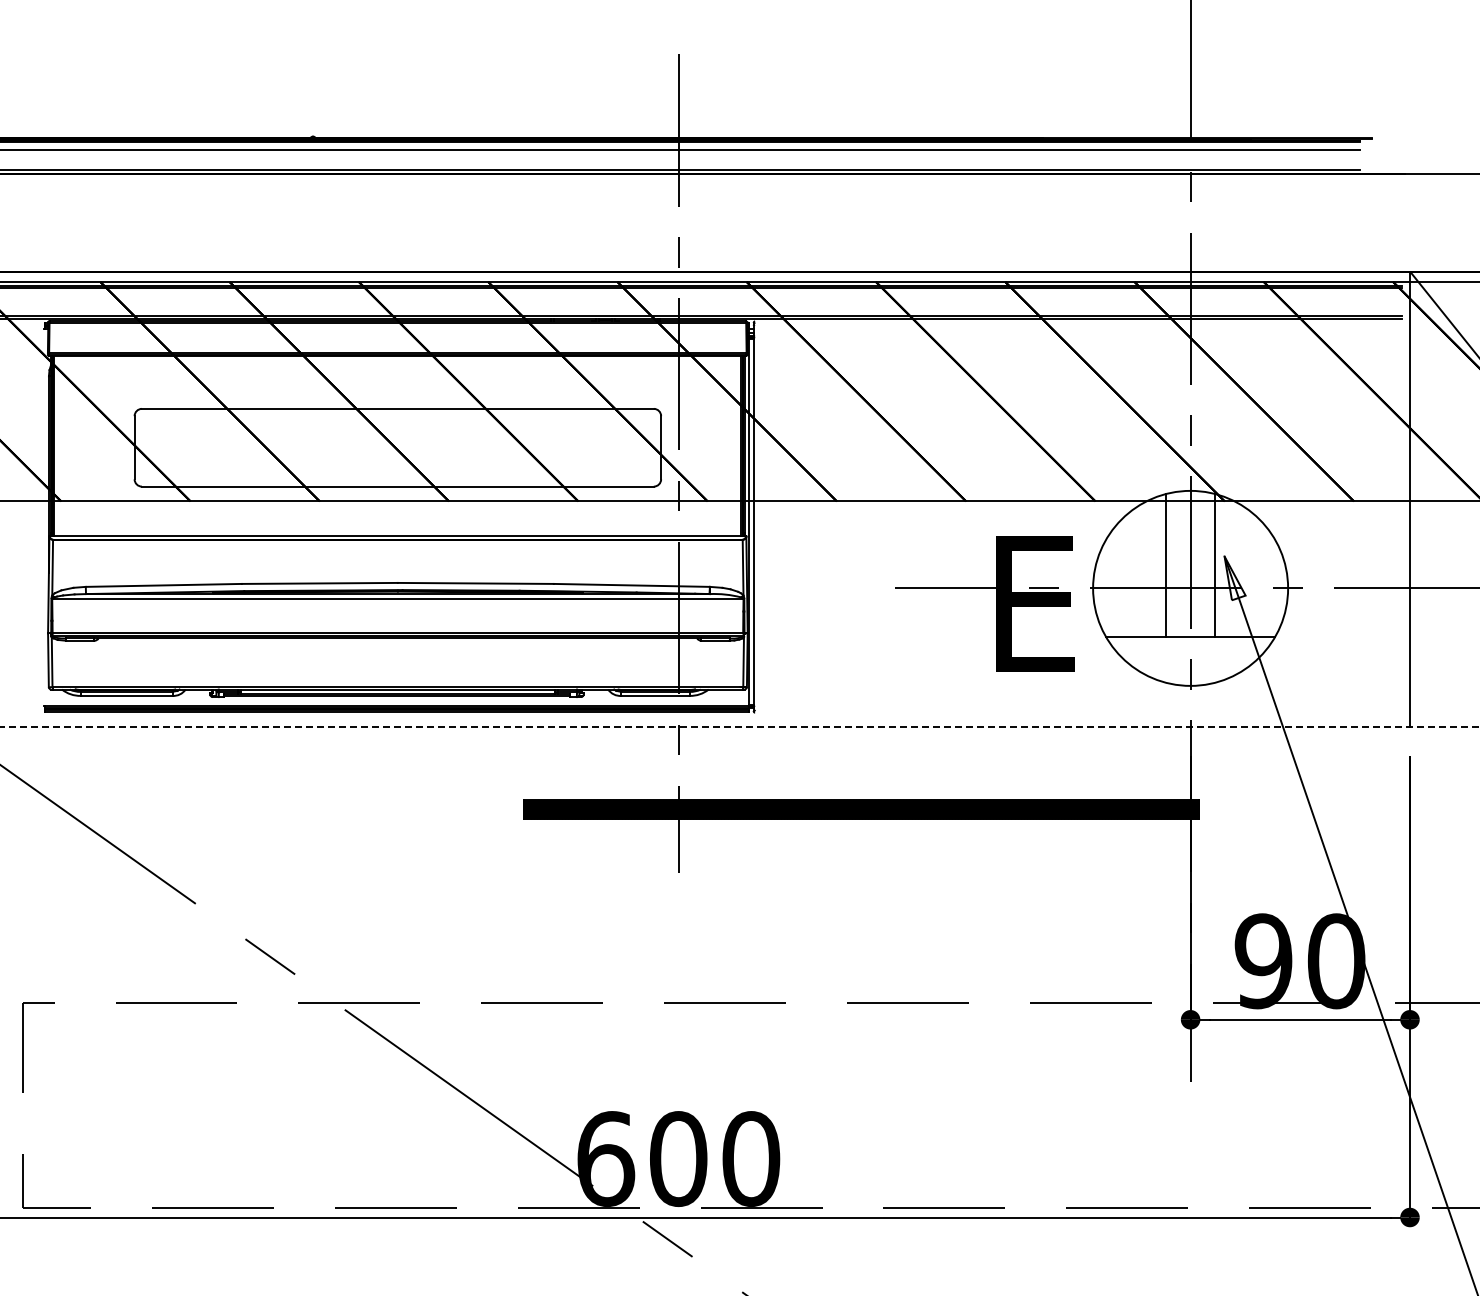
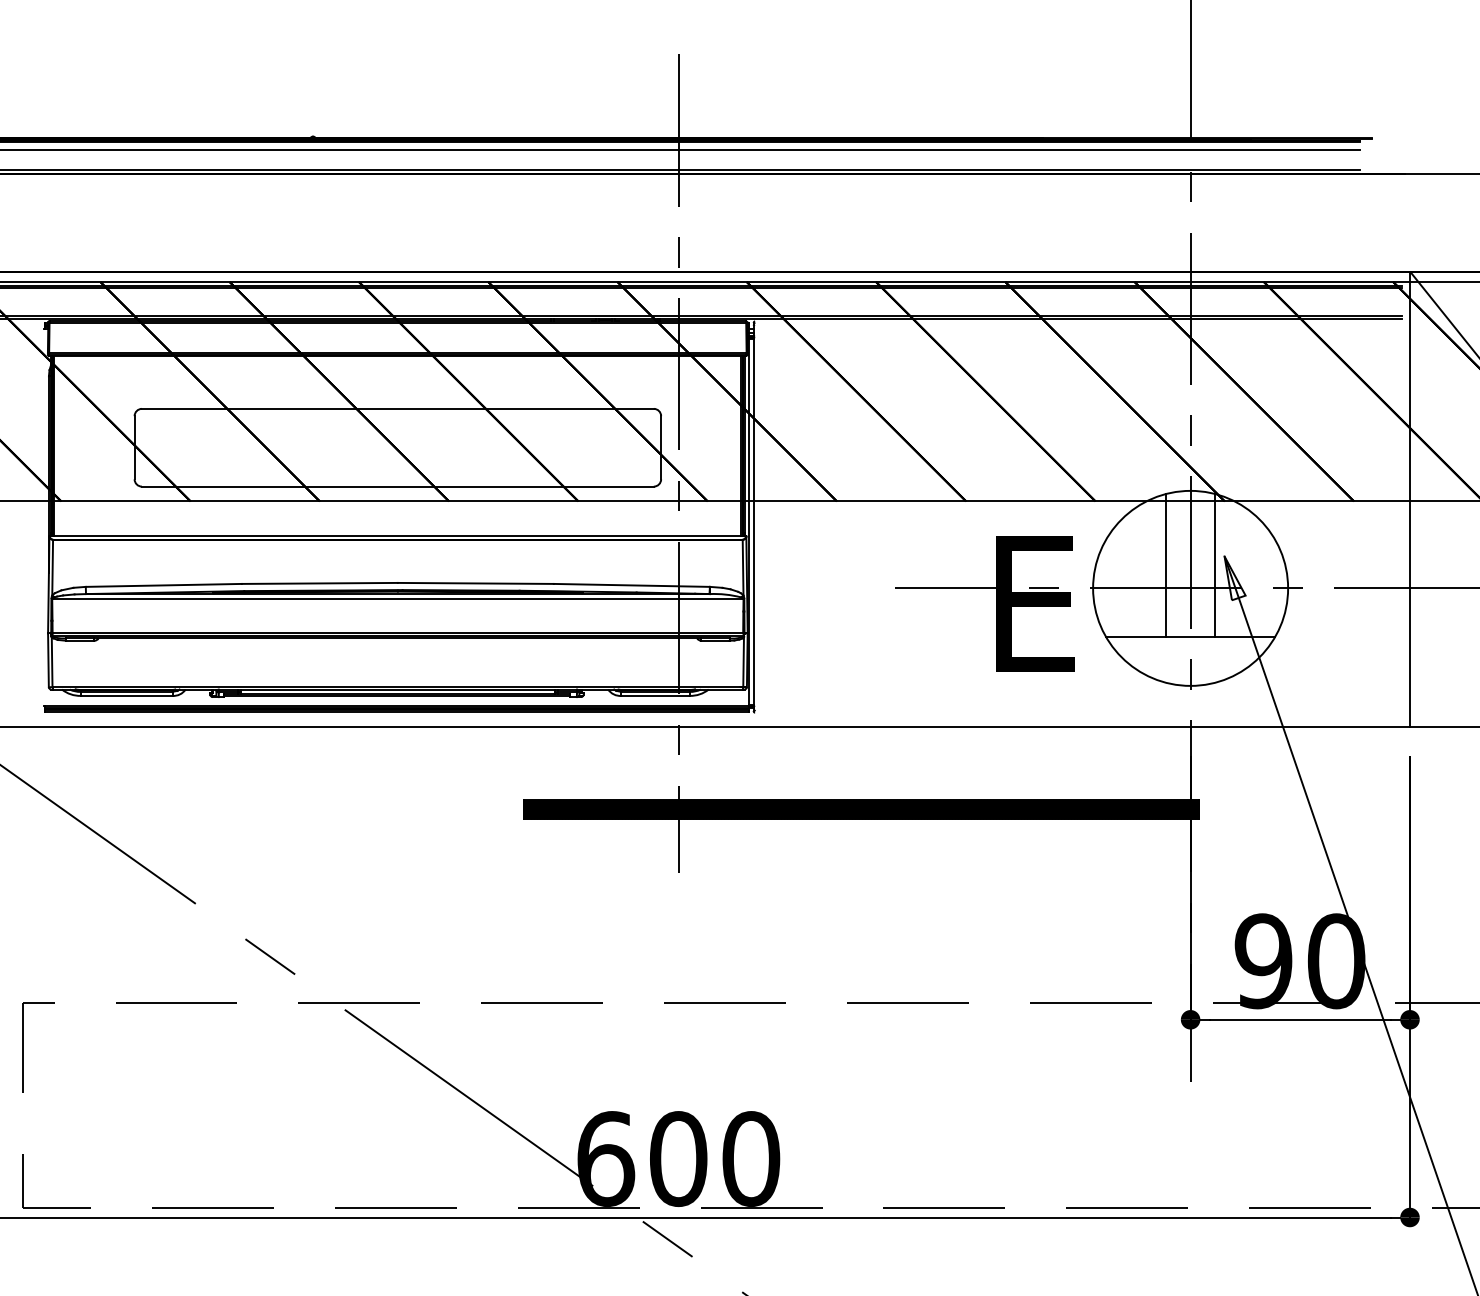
line at (740, 727): dashed -> solid
